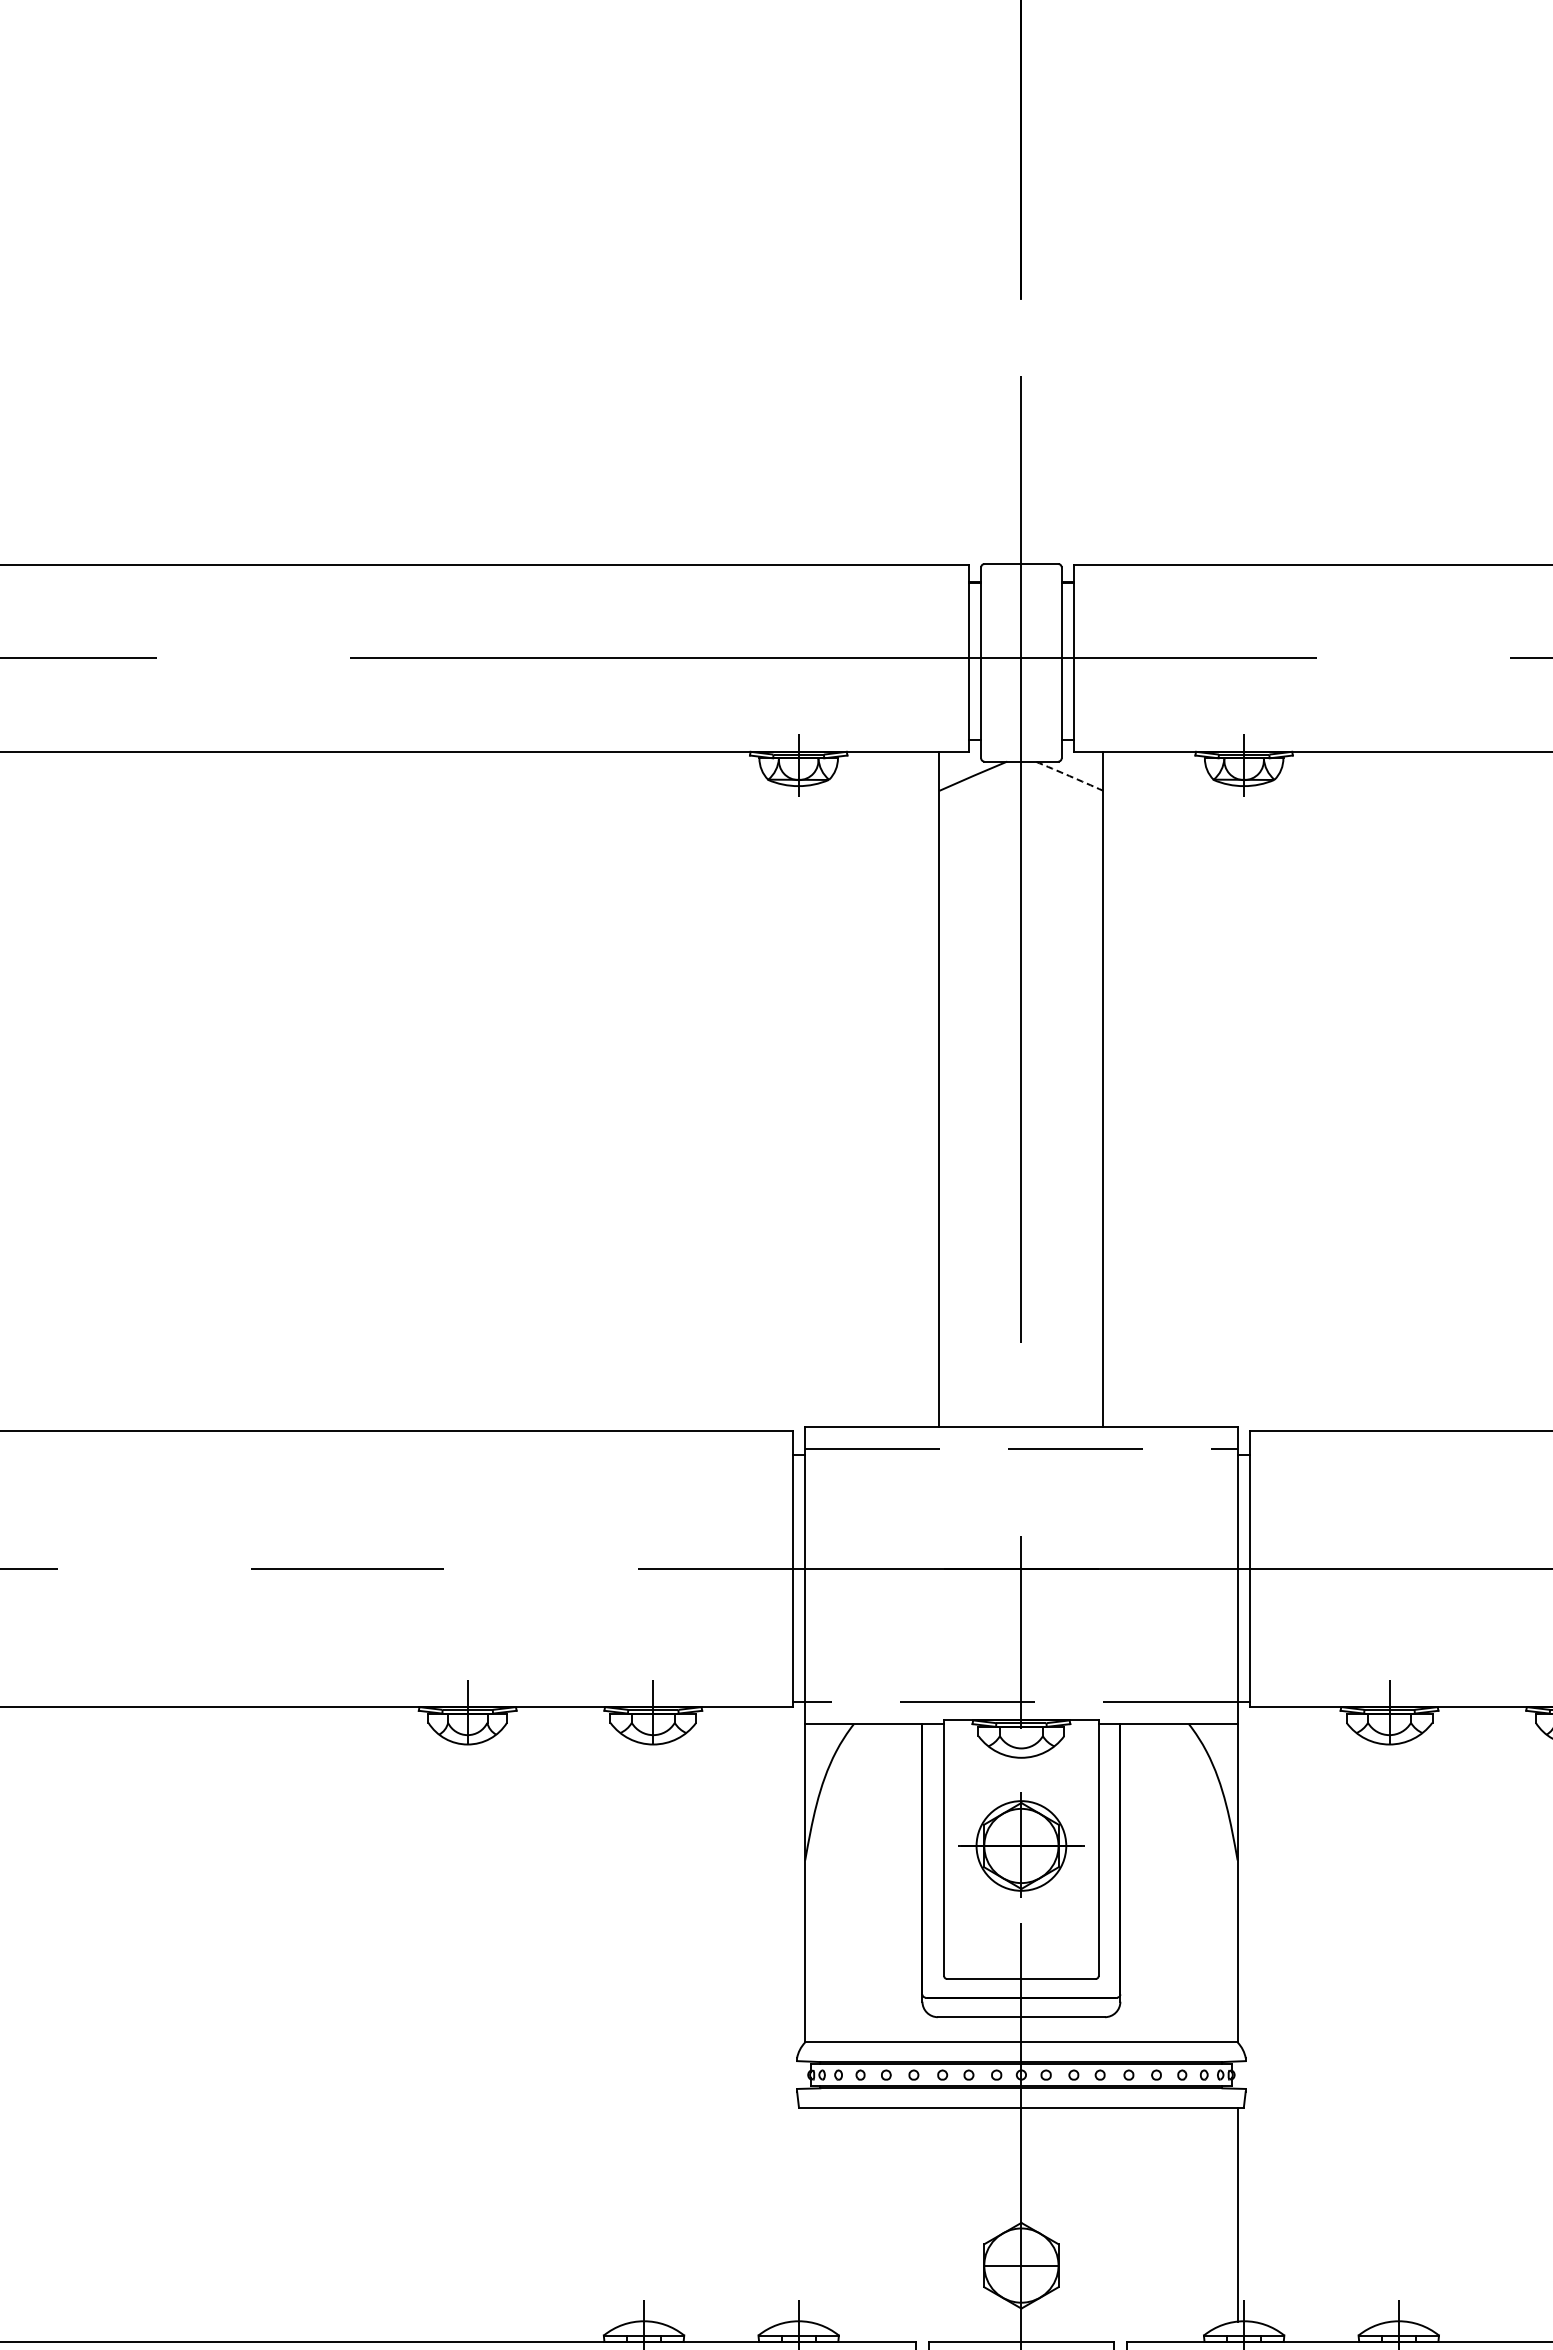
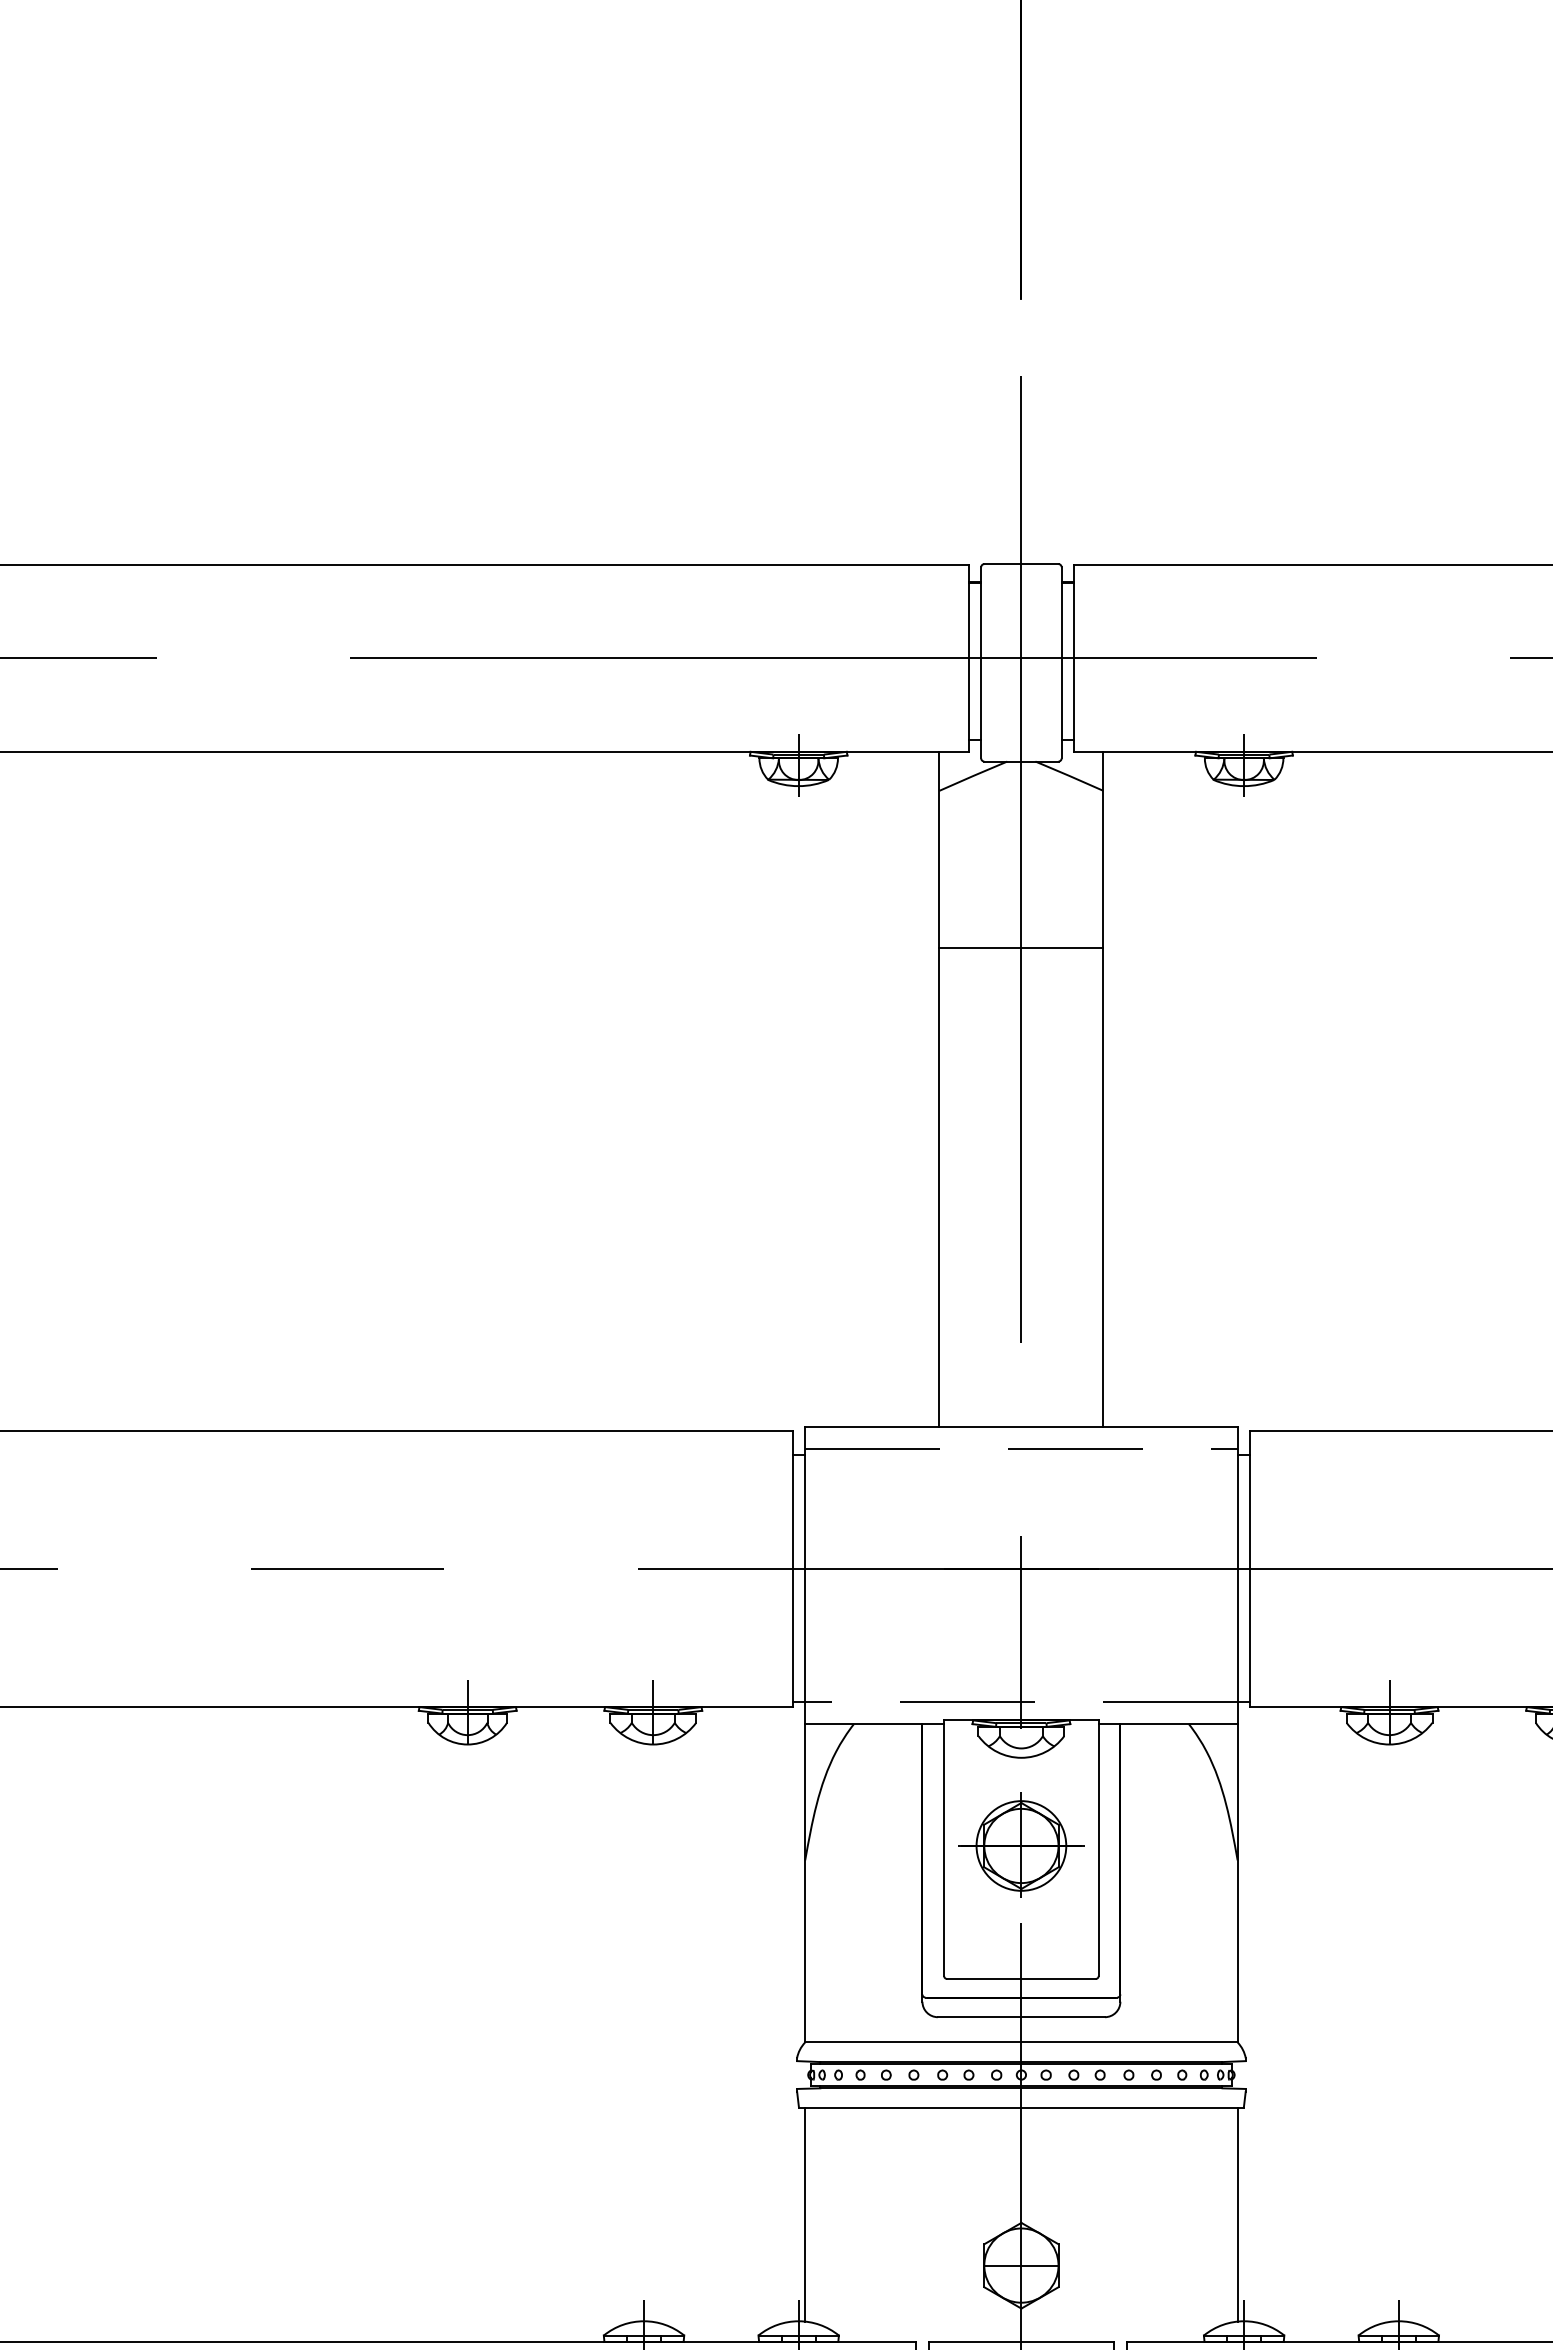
arc at (1069, 776): dashed -> solid
line at (1021, 948): none -> present
line at (805, 2214): none -> present
